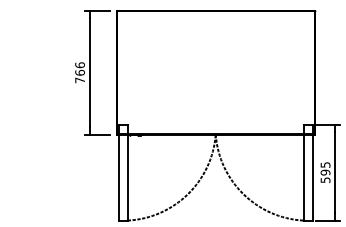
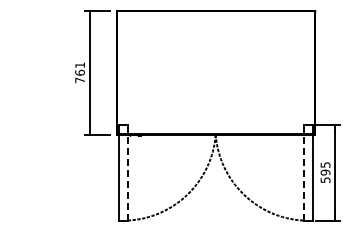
text at (79, 65): 766 -> 761
line at (128, 172): solid -> dashed
line at (303, 172): solid -> dashed
